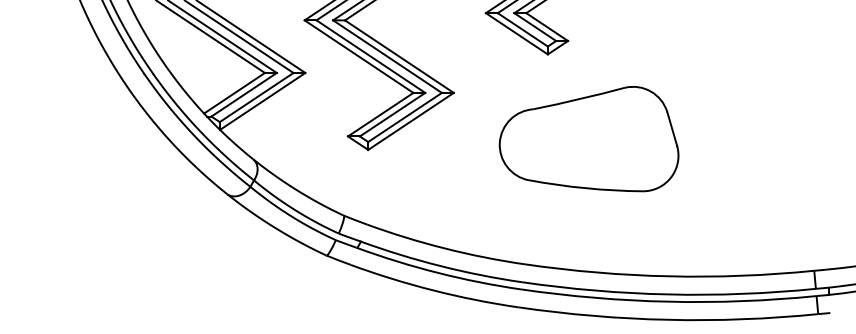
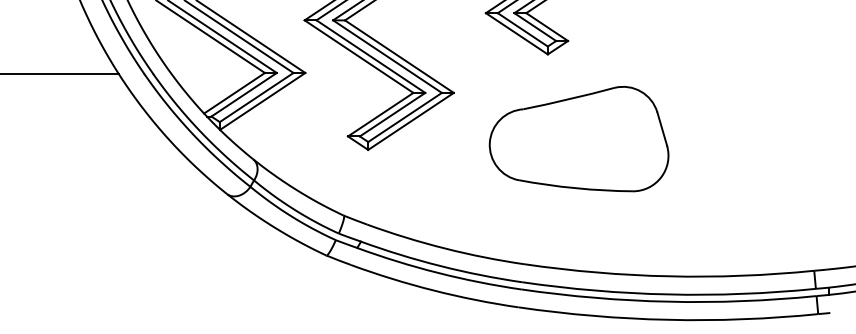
line at (60, 74): none -> present
part at (588, 139) position: (588, 139) -> (578, 139)
